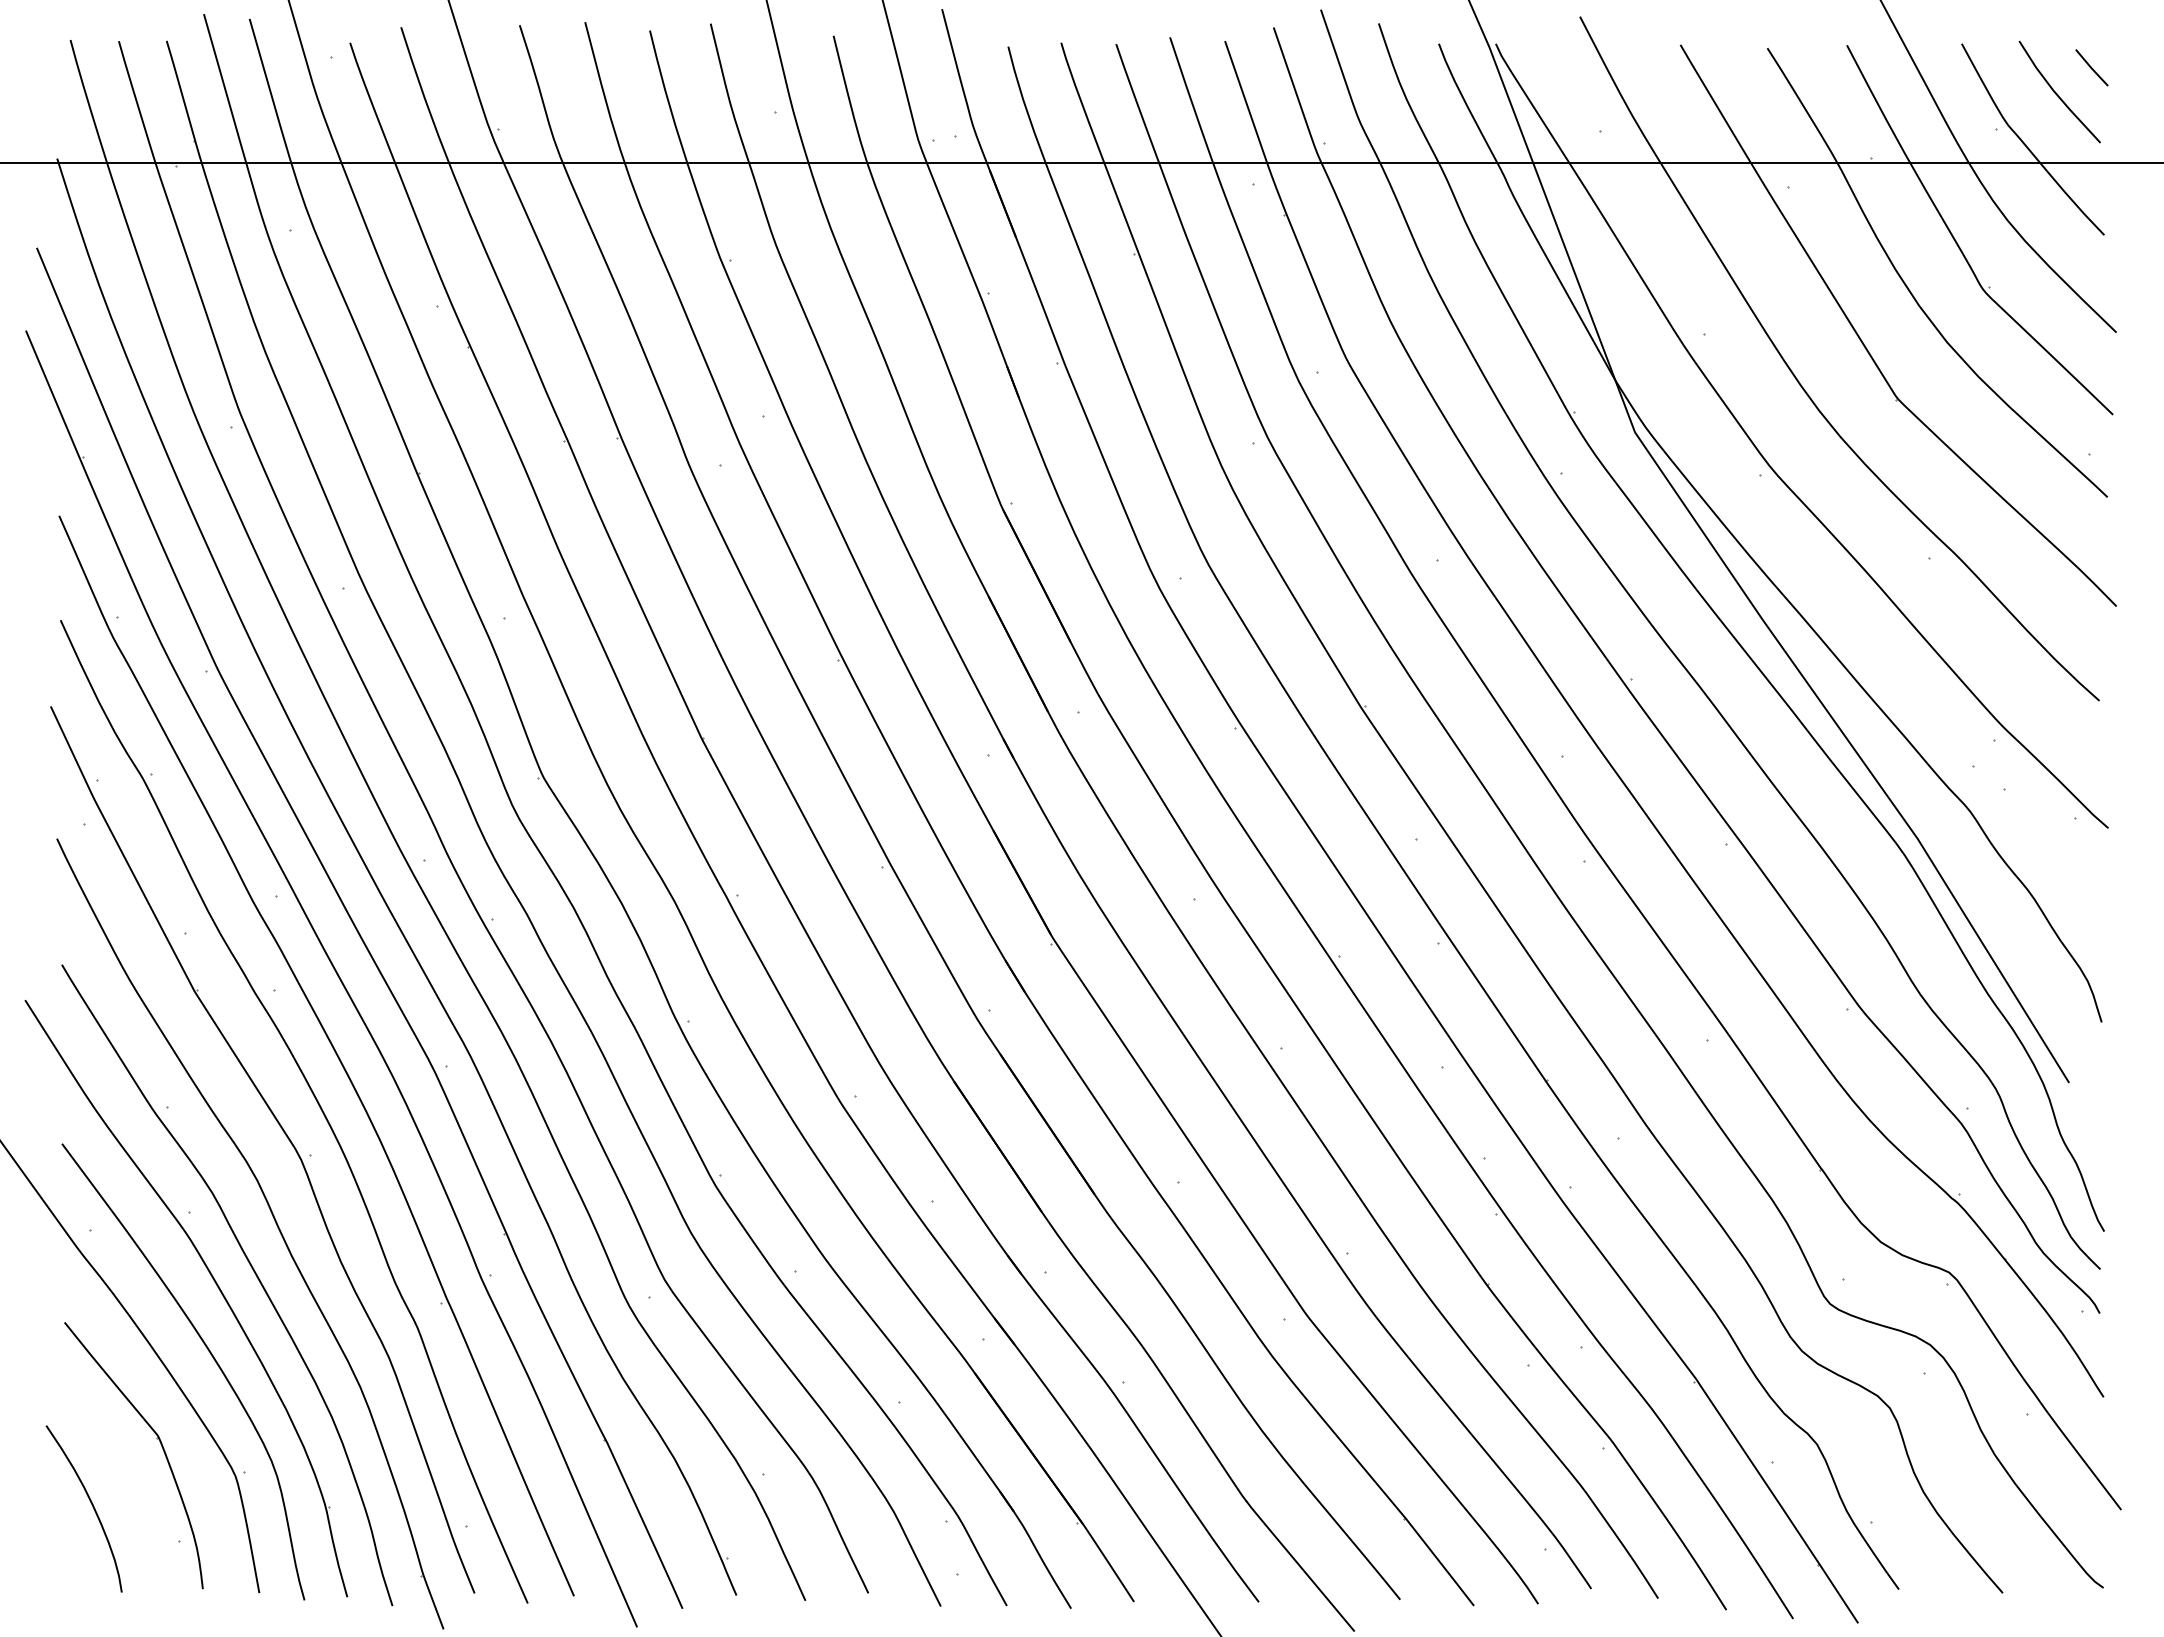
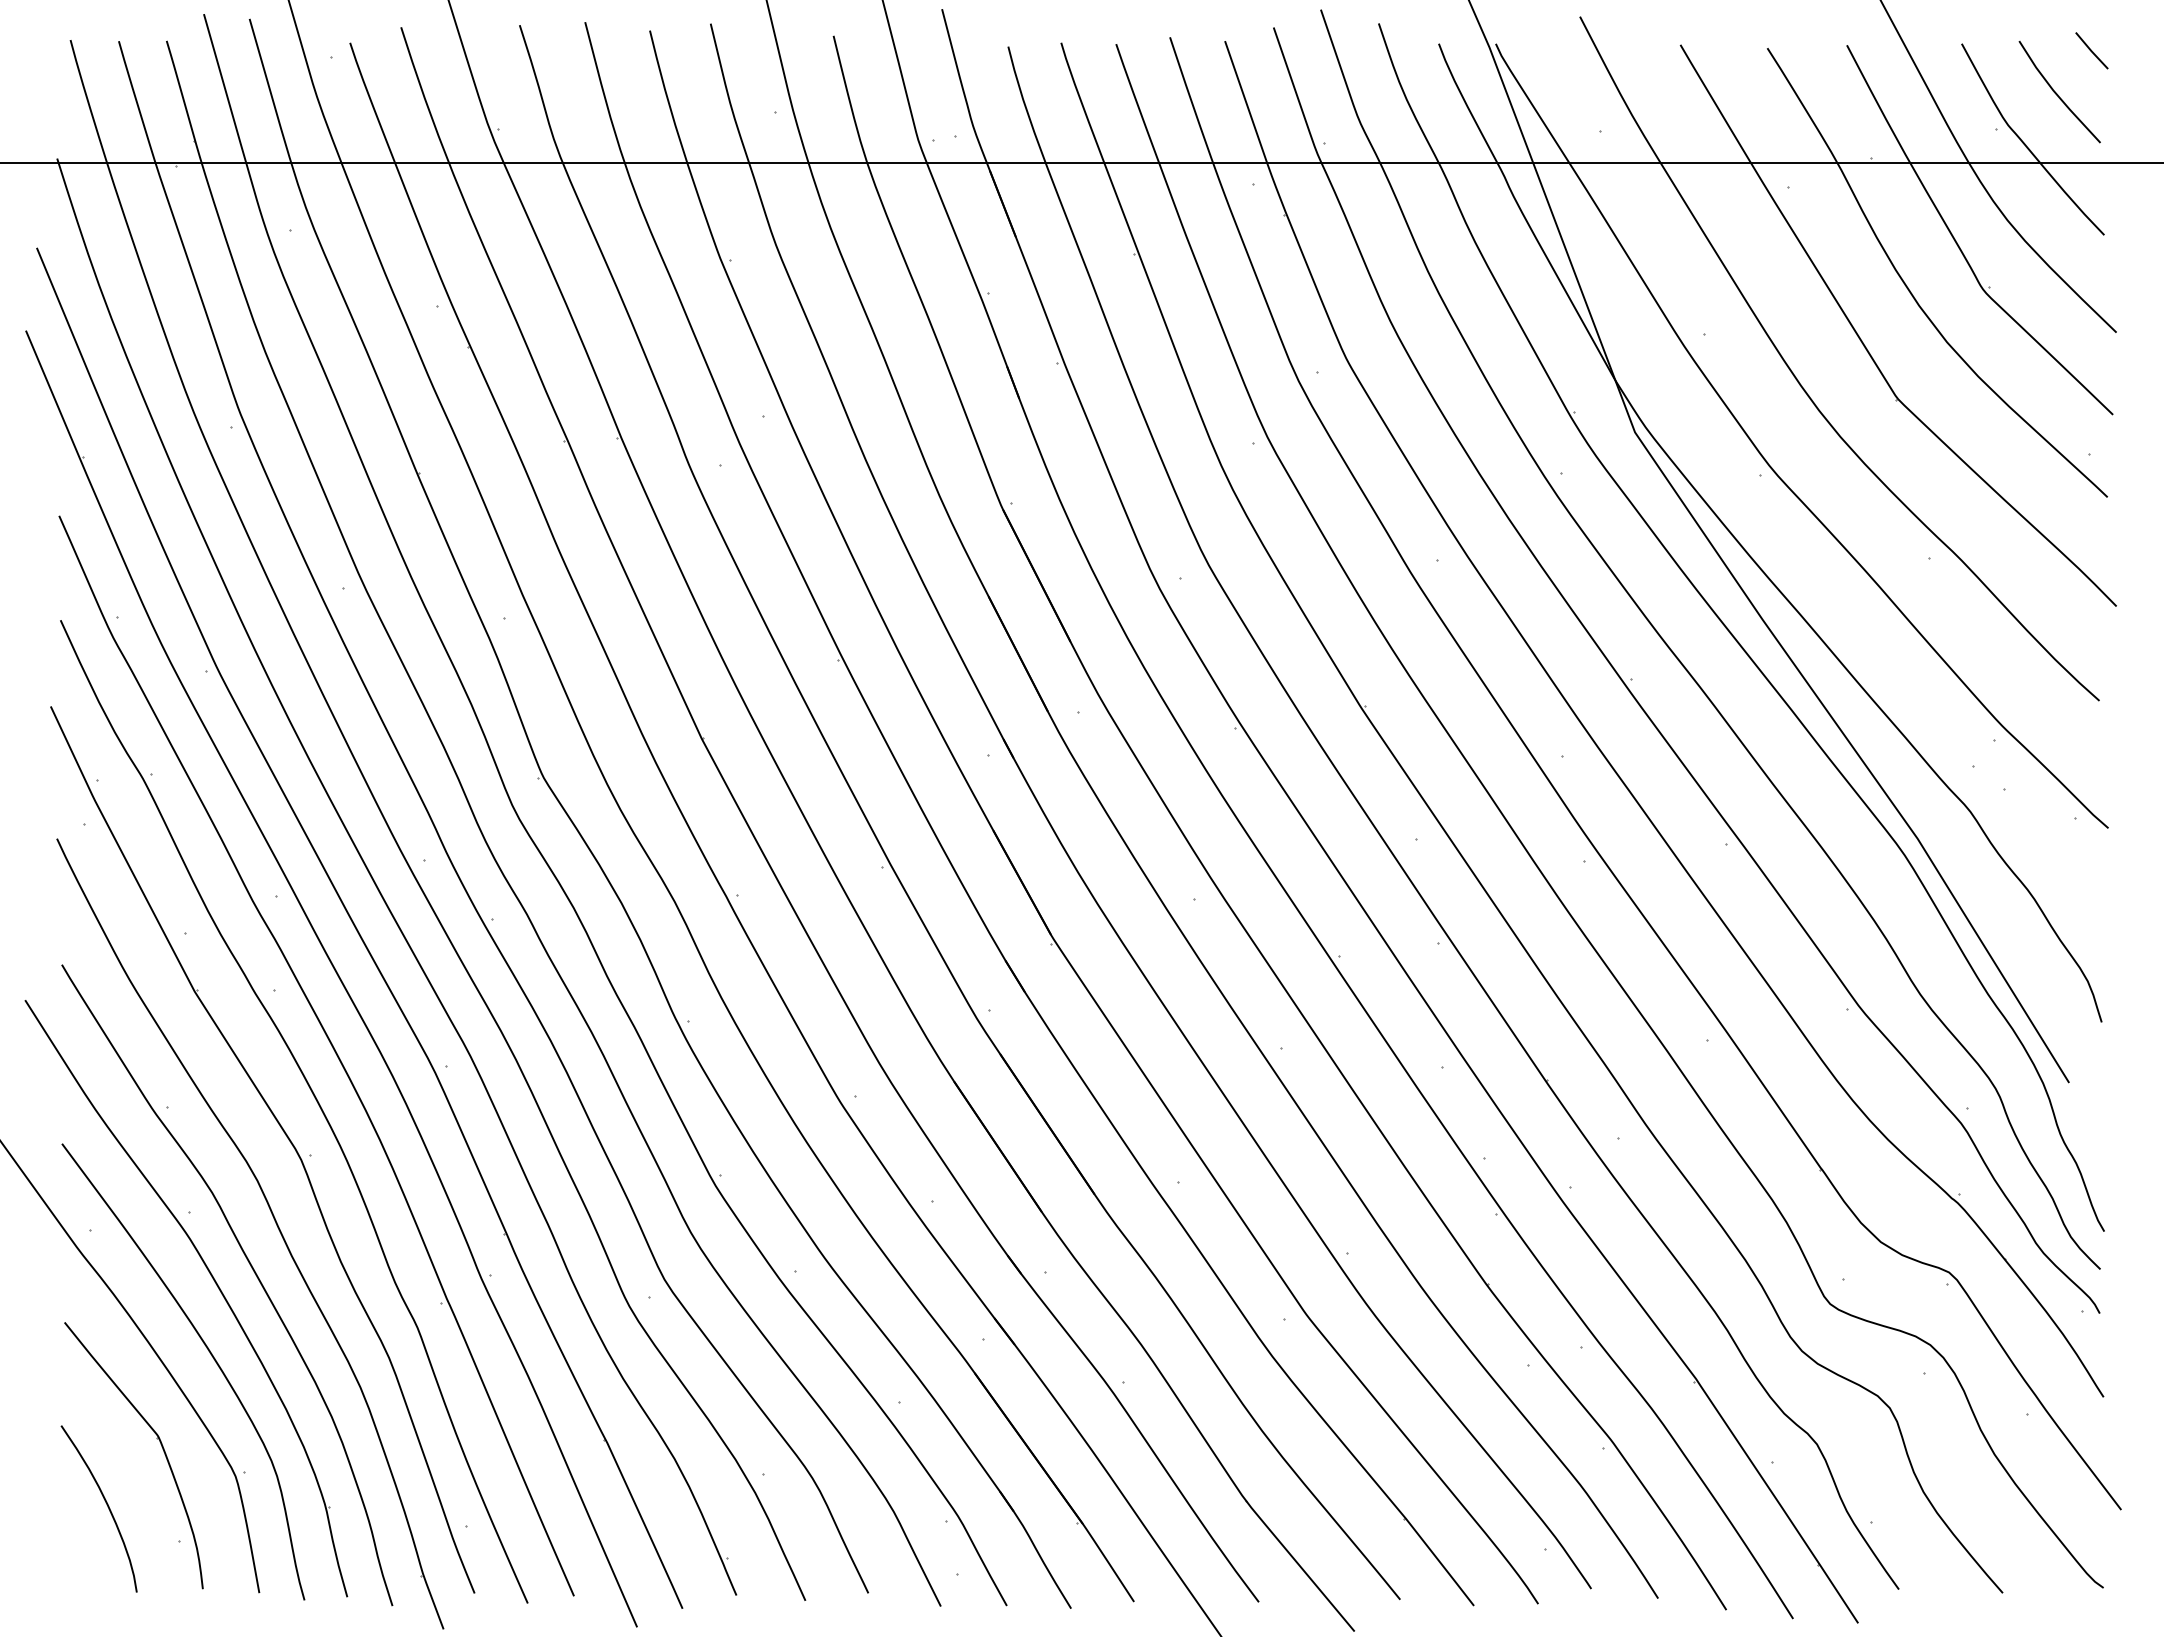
line at (2091, 67) position: (2091, 67) -> (2091, 50)
curve at (91, 1504) position: (91, 1504) -> (106, 1504)
